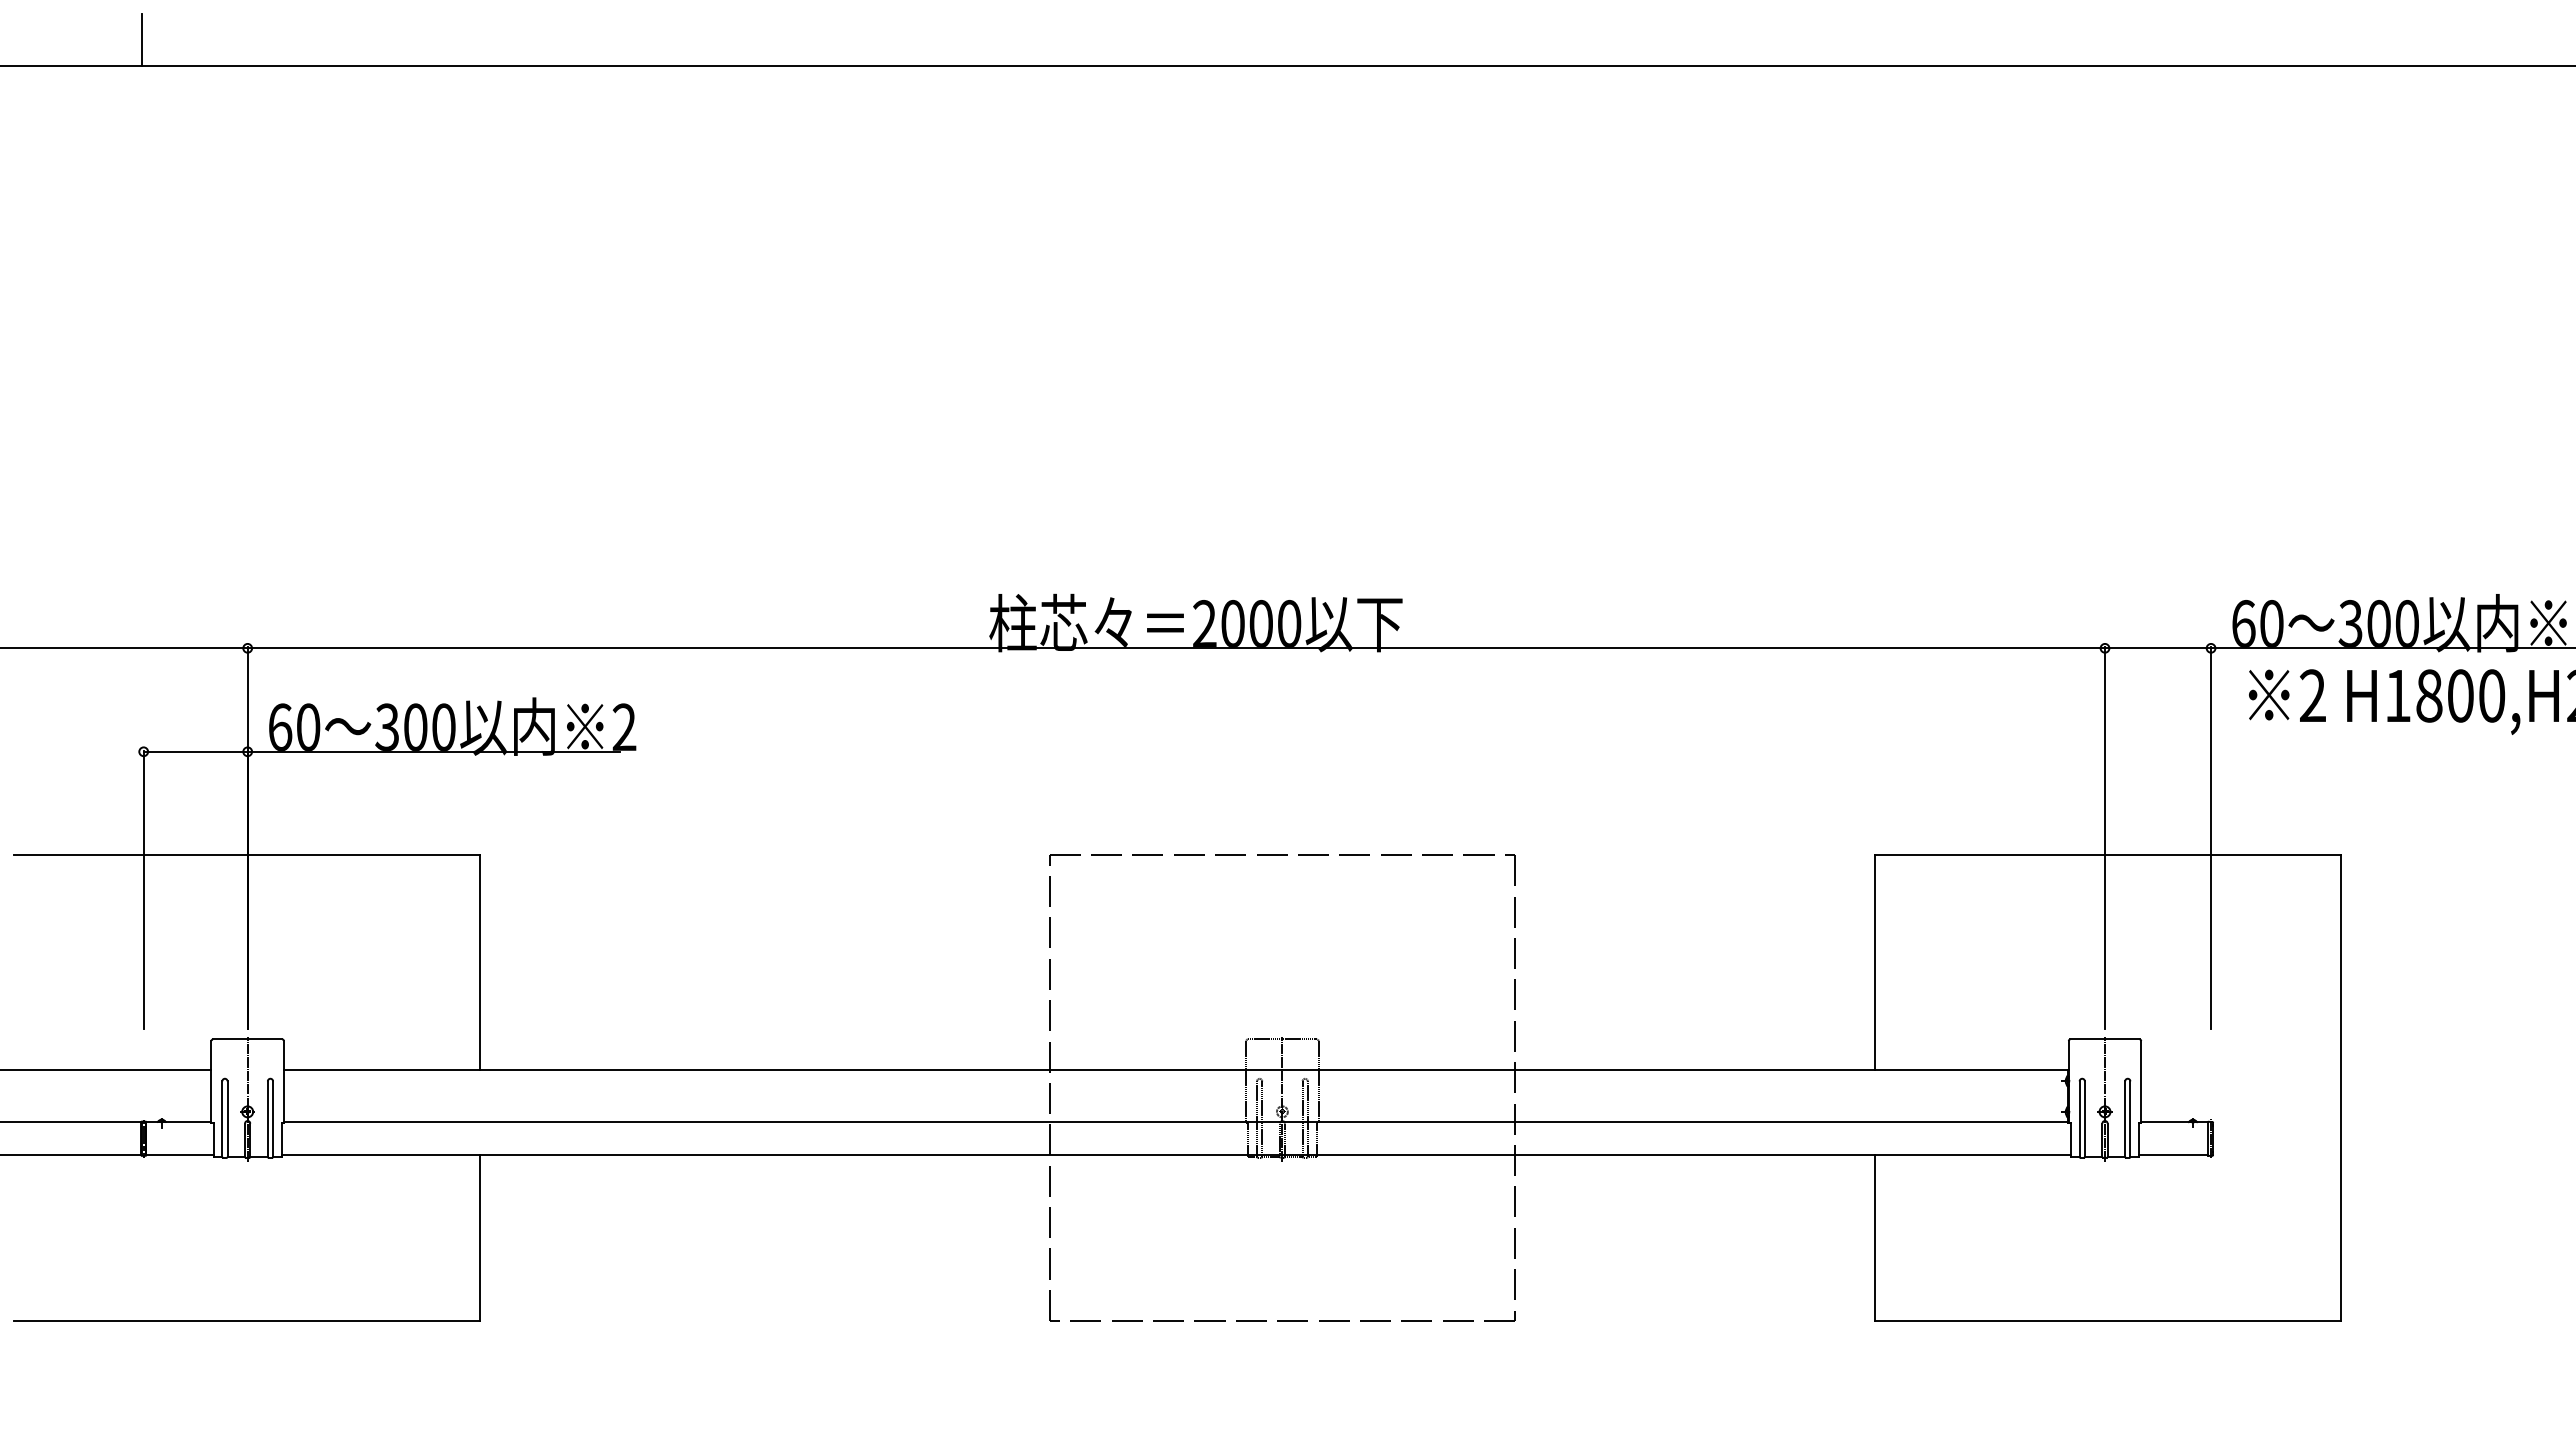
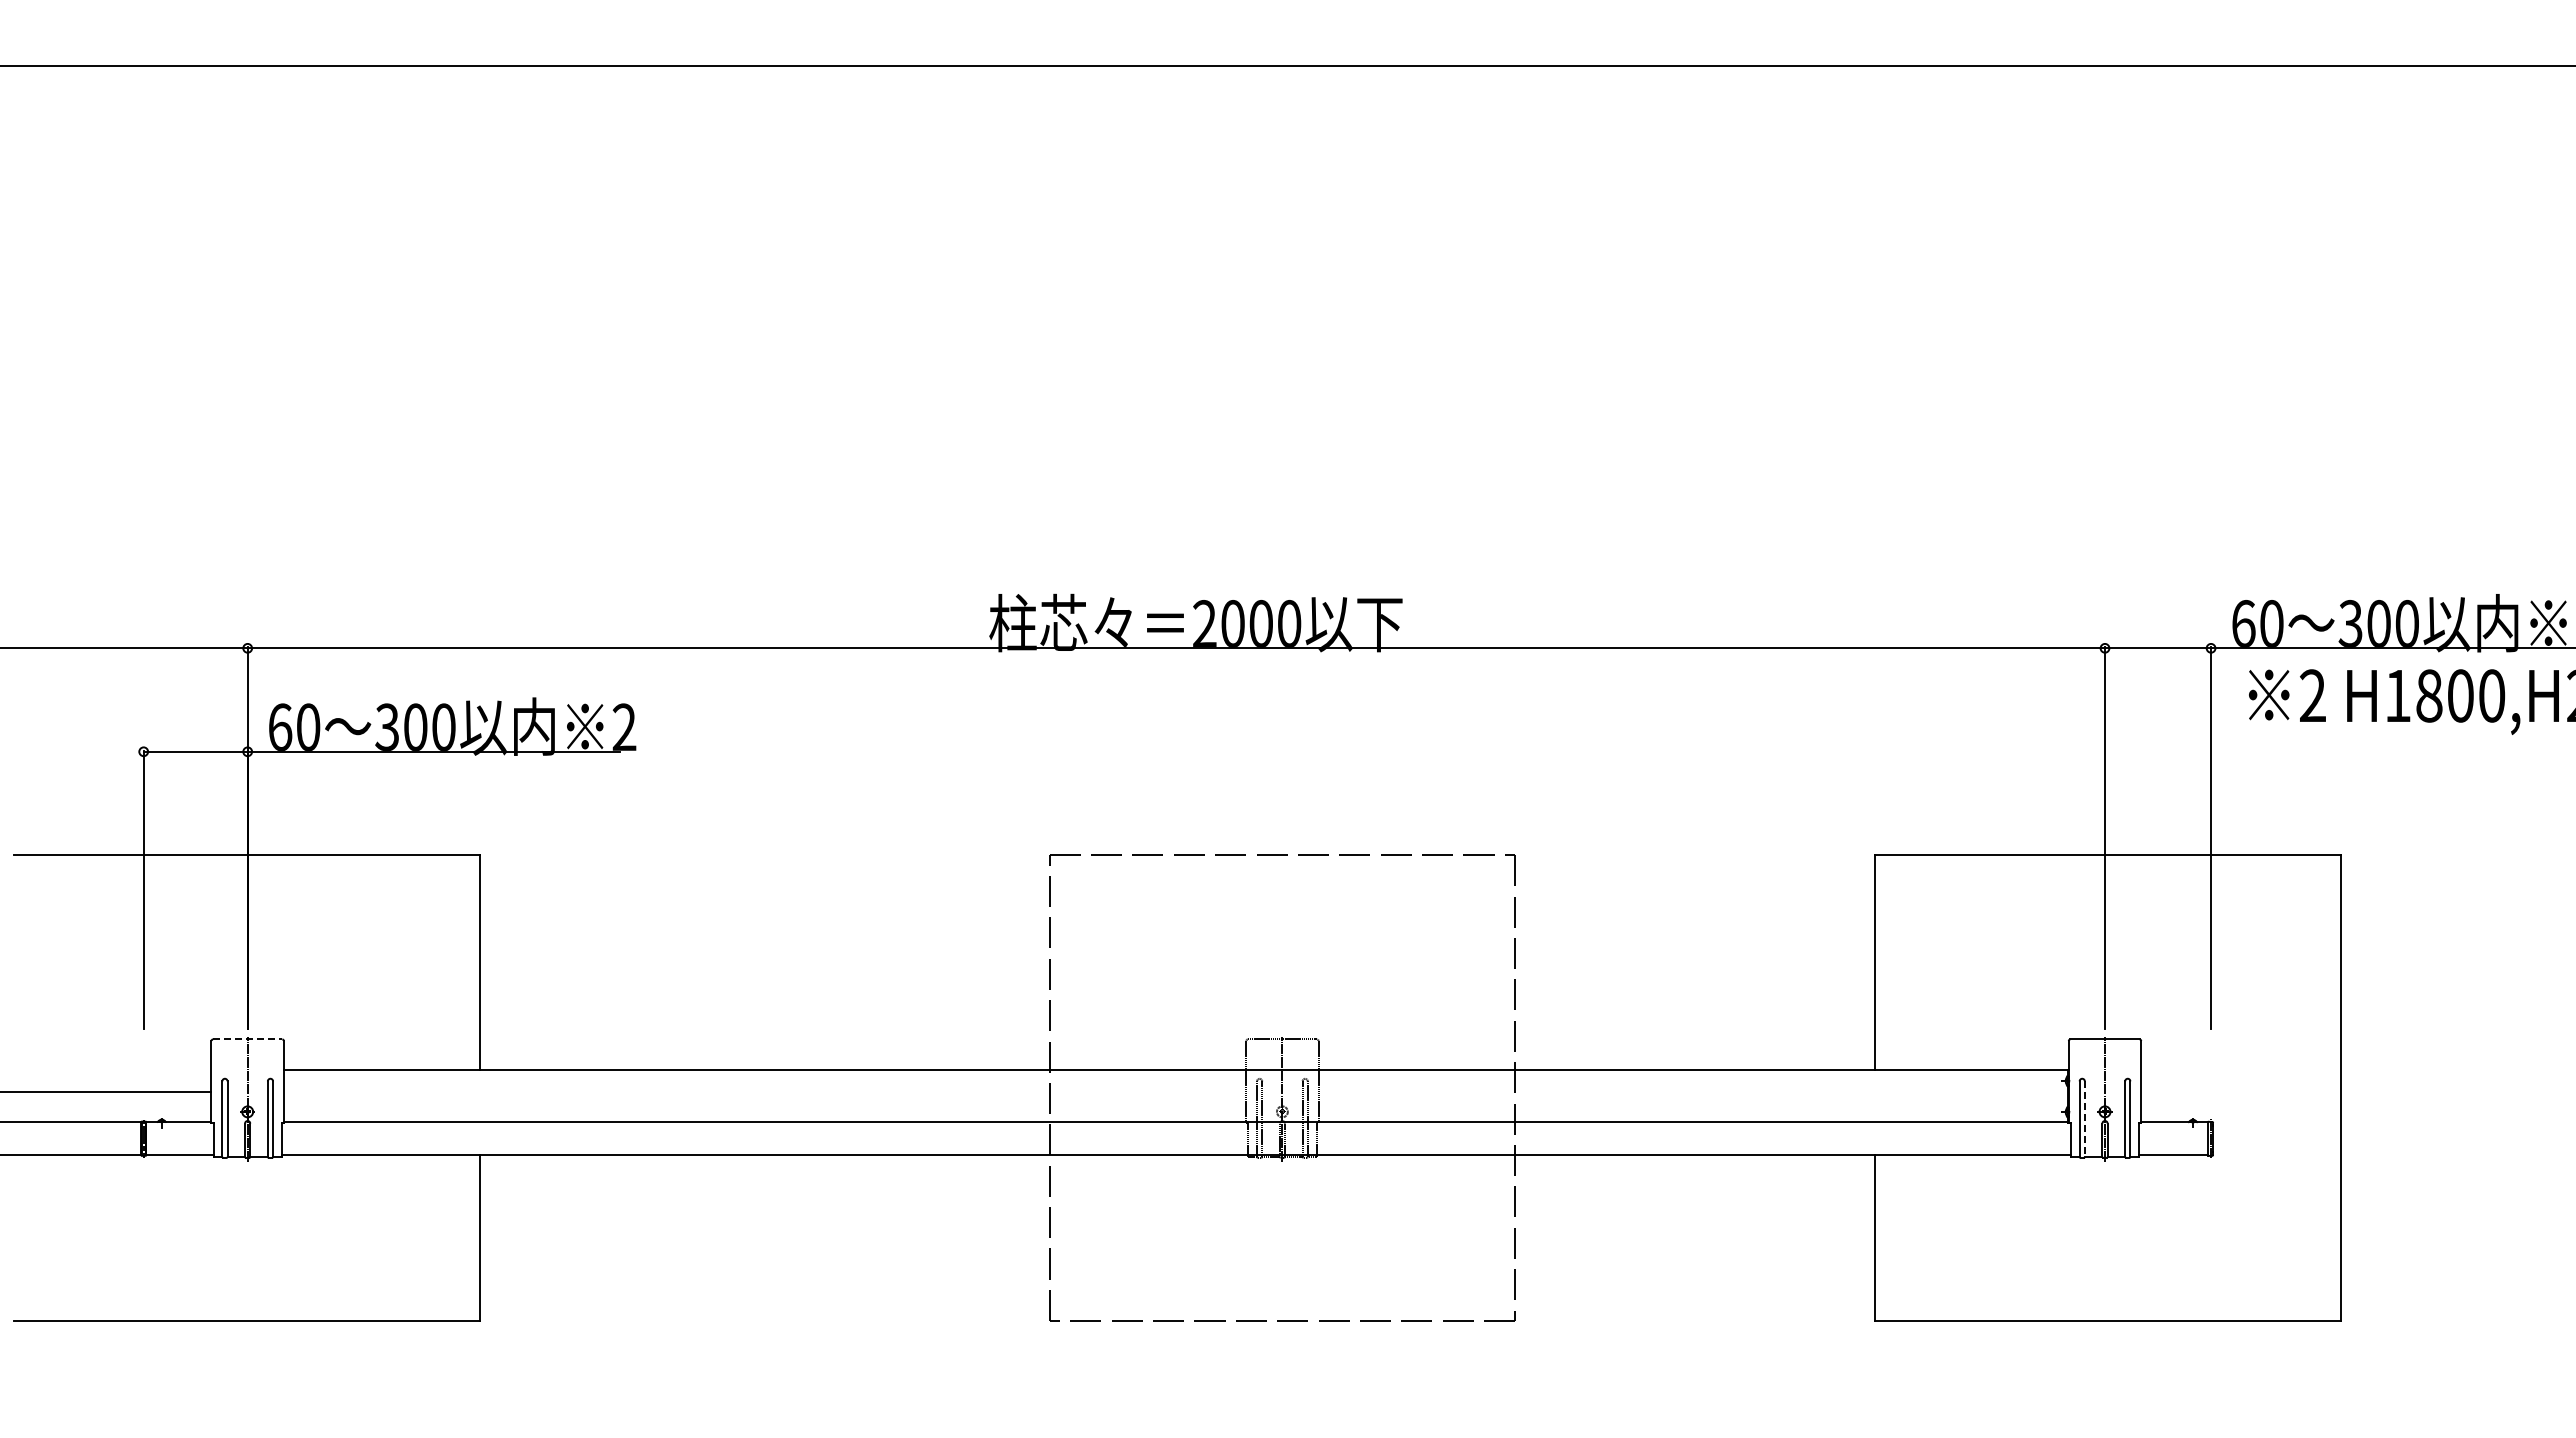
line at (141, 39): present -> none
line at (247, 1039): solid -> dashed
line at (106, 1070) position: (106, 1070) -> (106, 1092)
line at (2084, 1119): solid -> dashed
